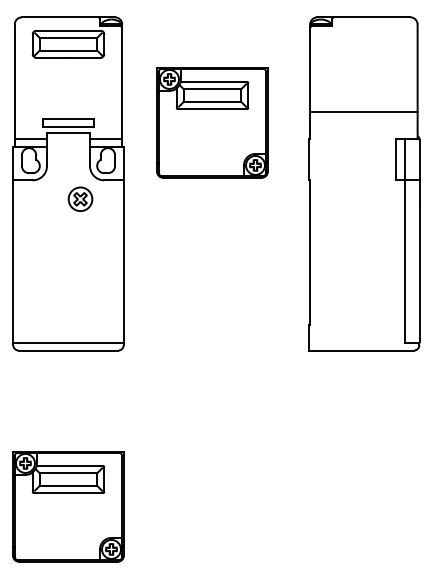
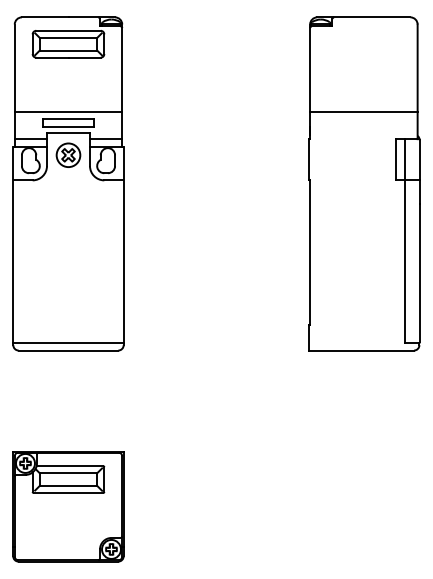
line at (68, 112): none -> present
part at (212, 122): present -> none
part at (80, 198) position: (80, 198) -> (68, 154)
